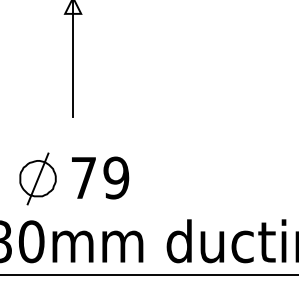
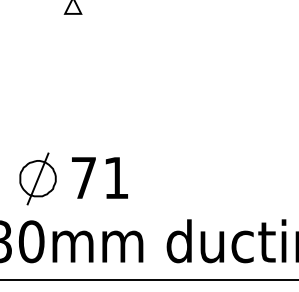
line at (73, 59): present -> none
text at (116, 177): 79 -> 71
line at (148, 274) position: (148, 274) -> (148, 279)
